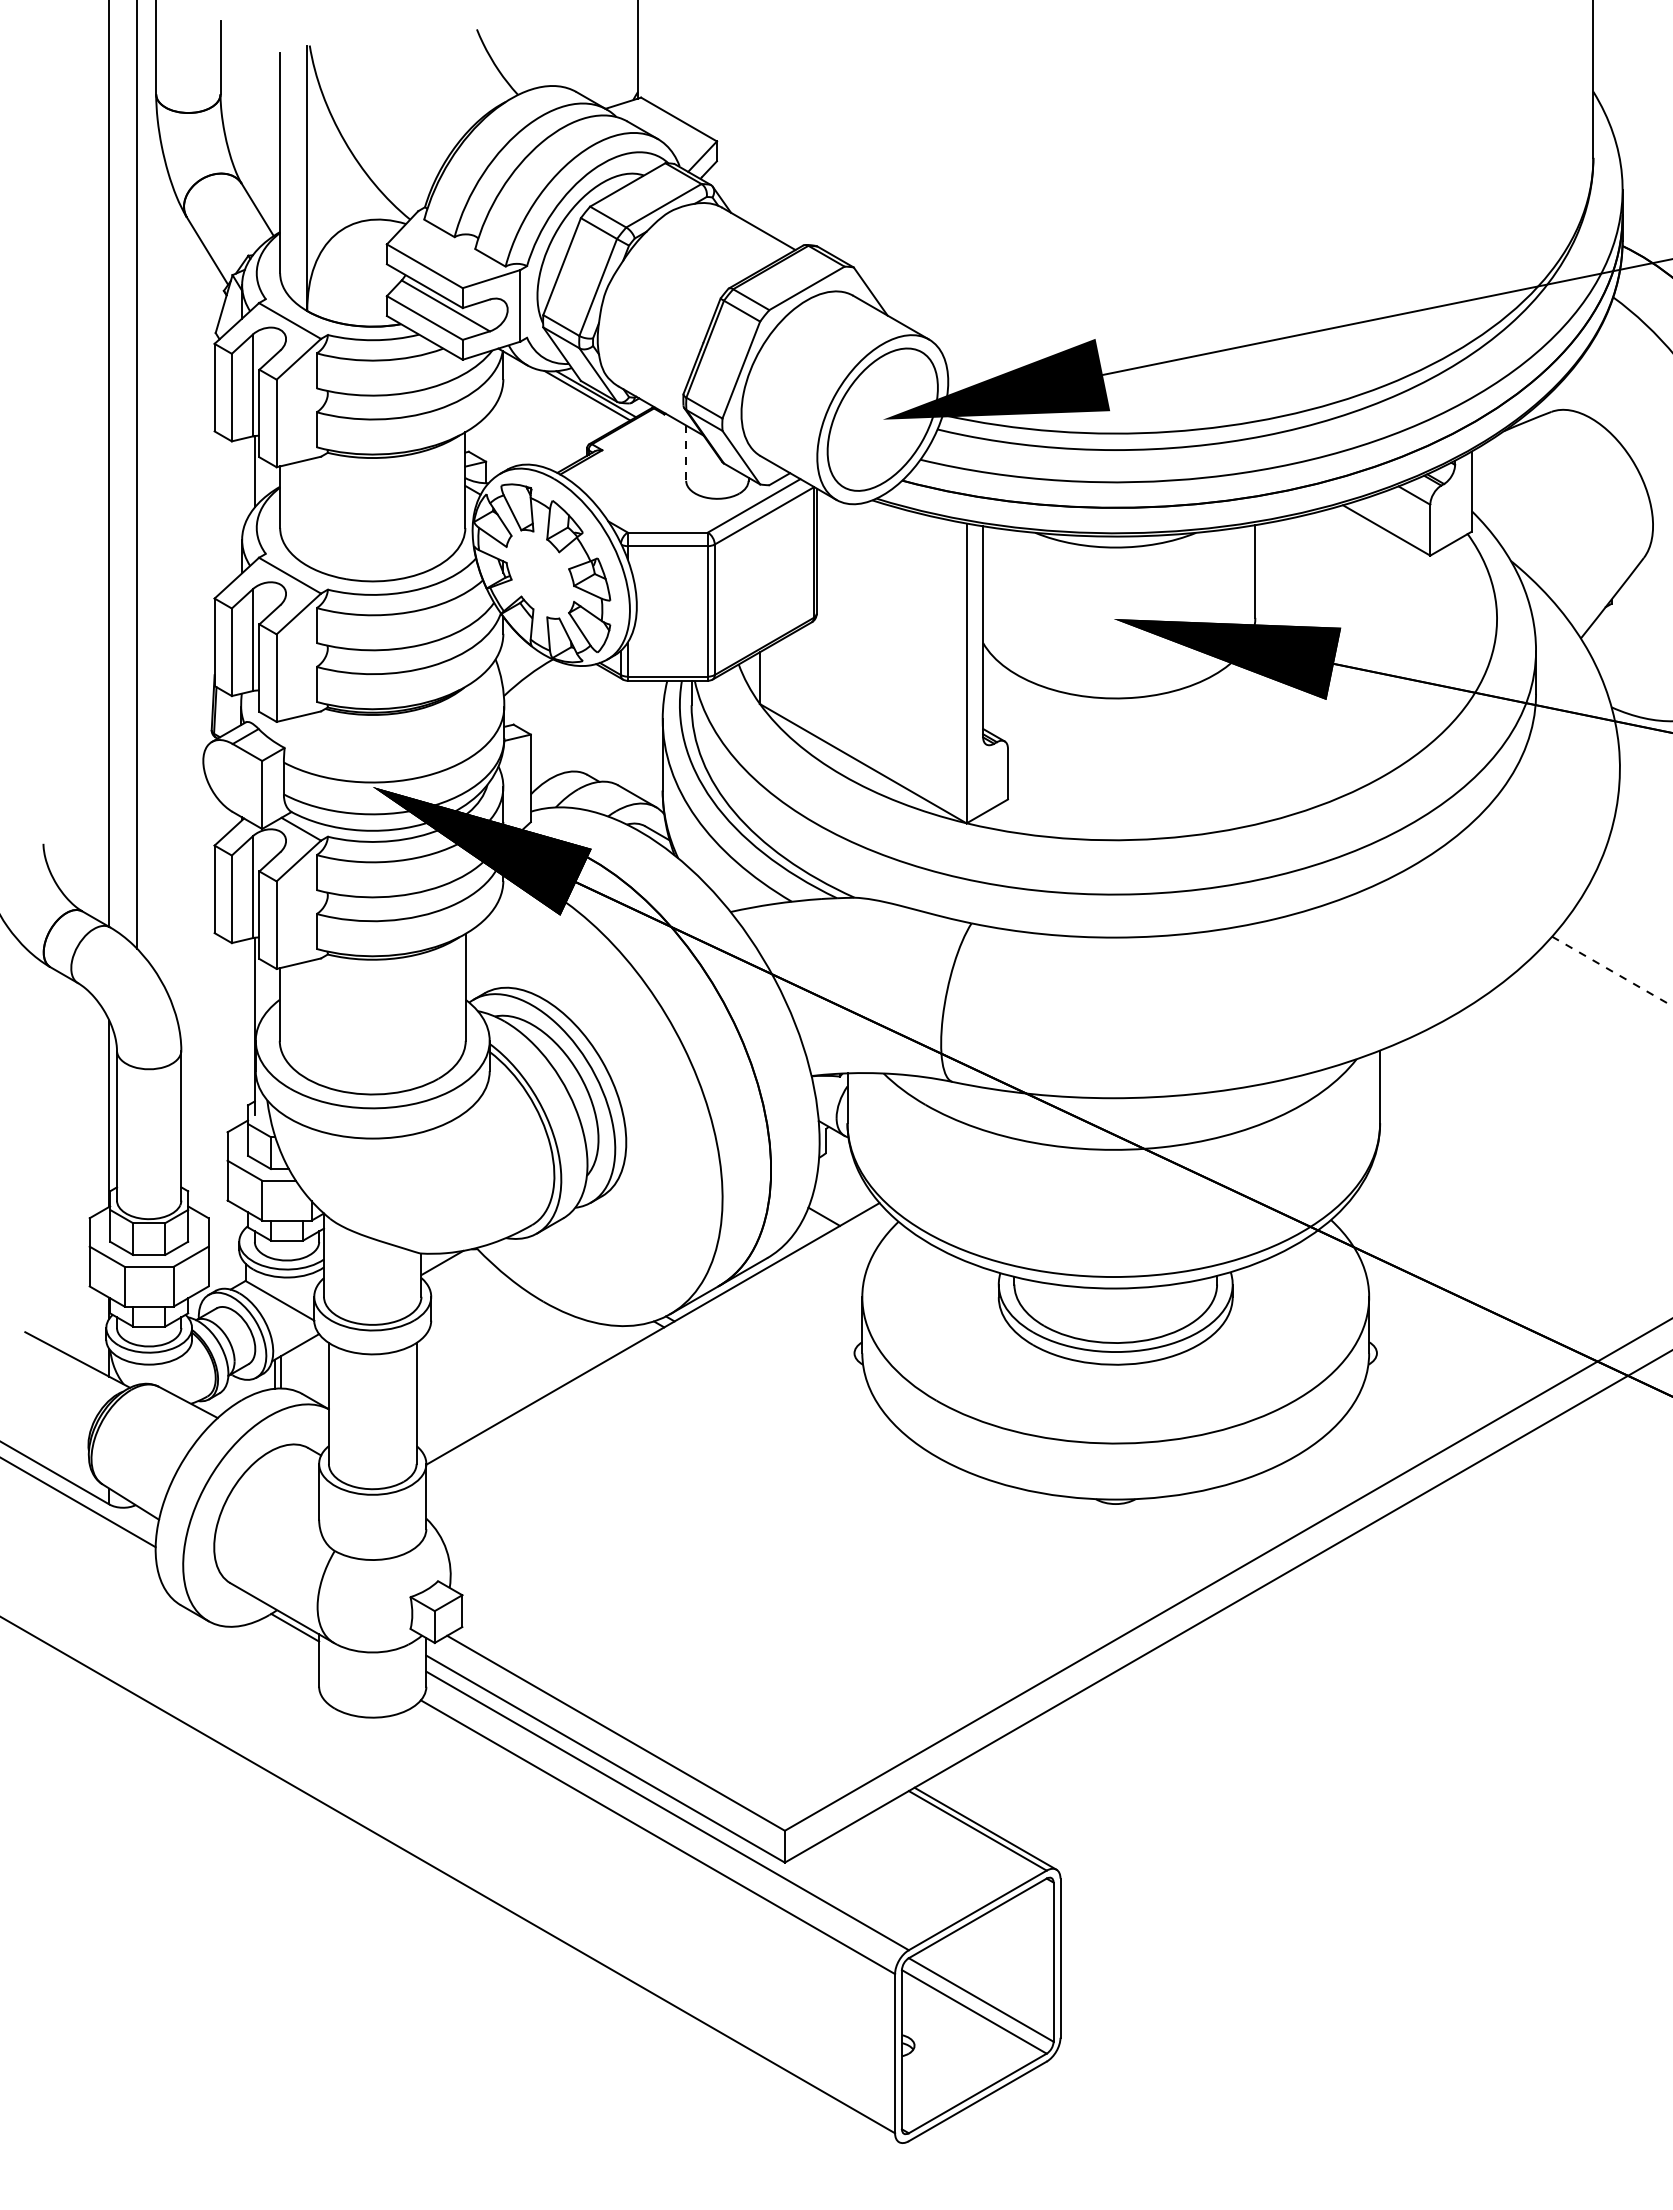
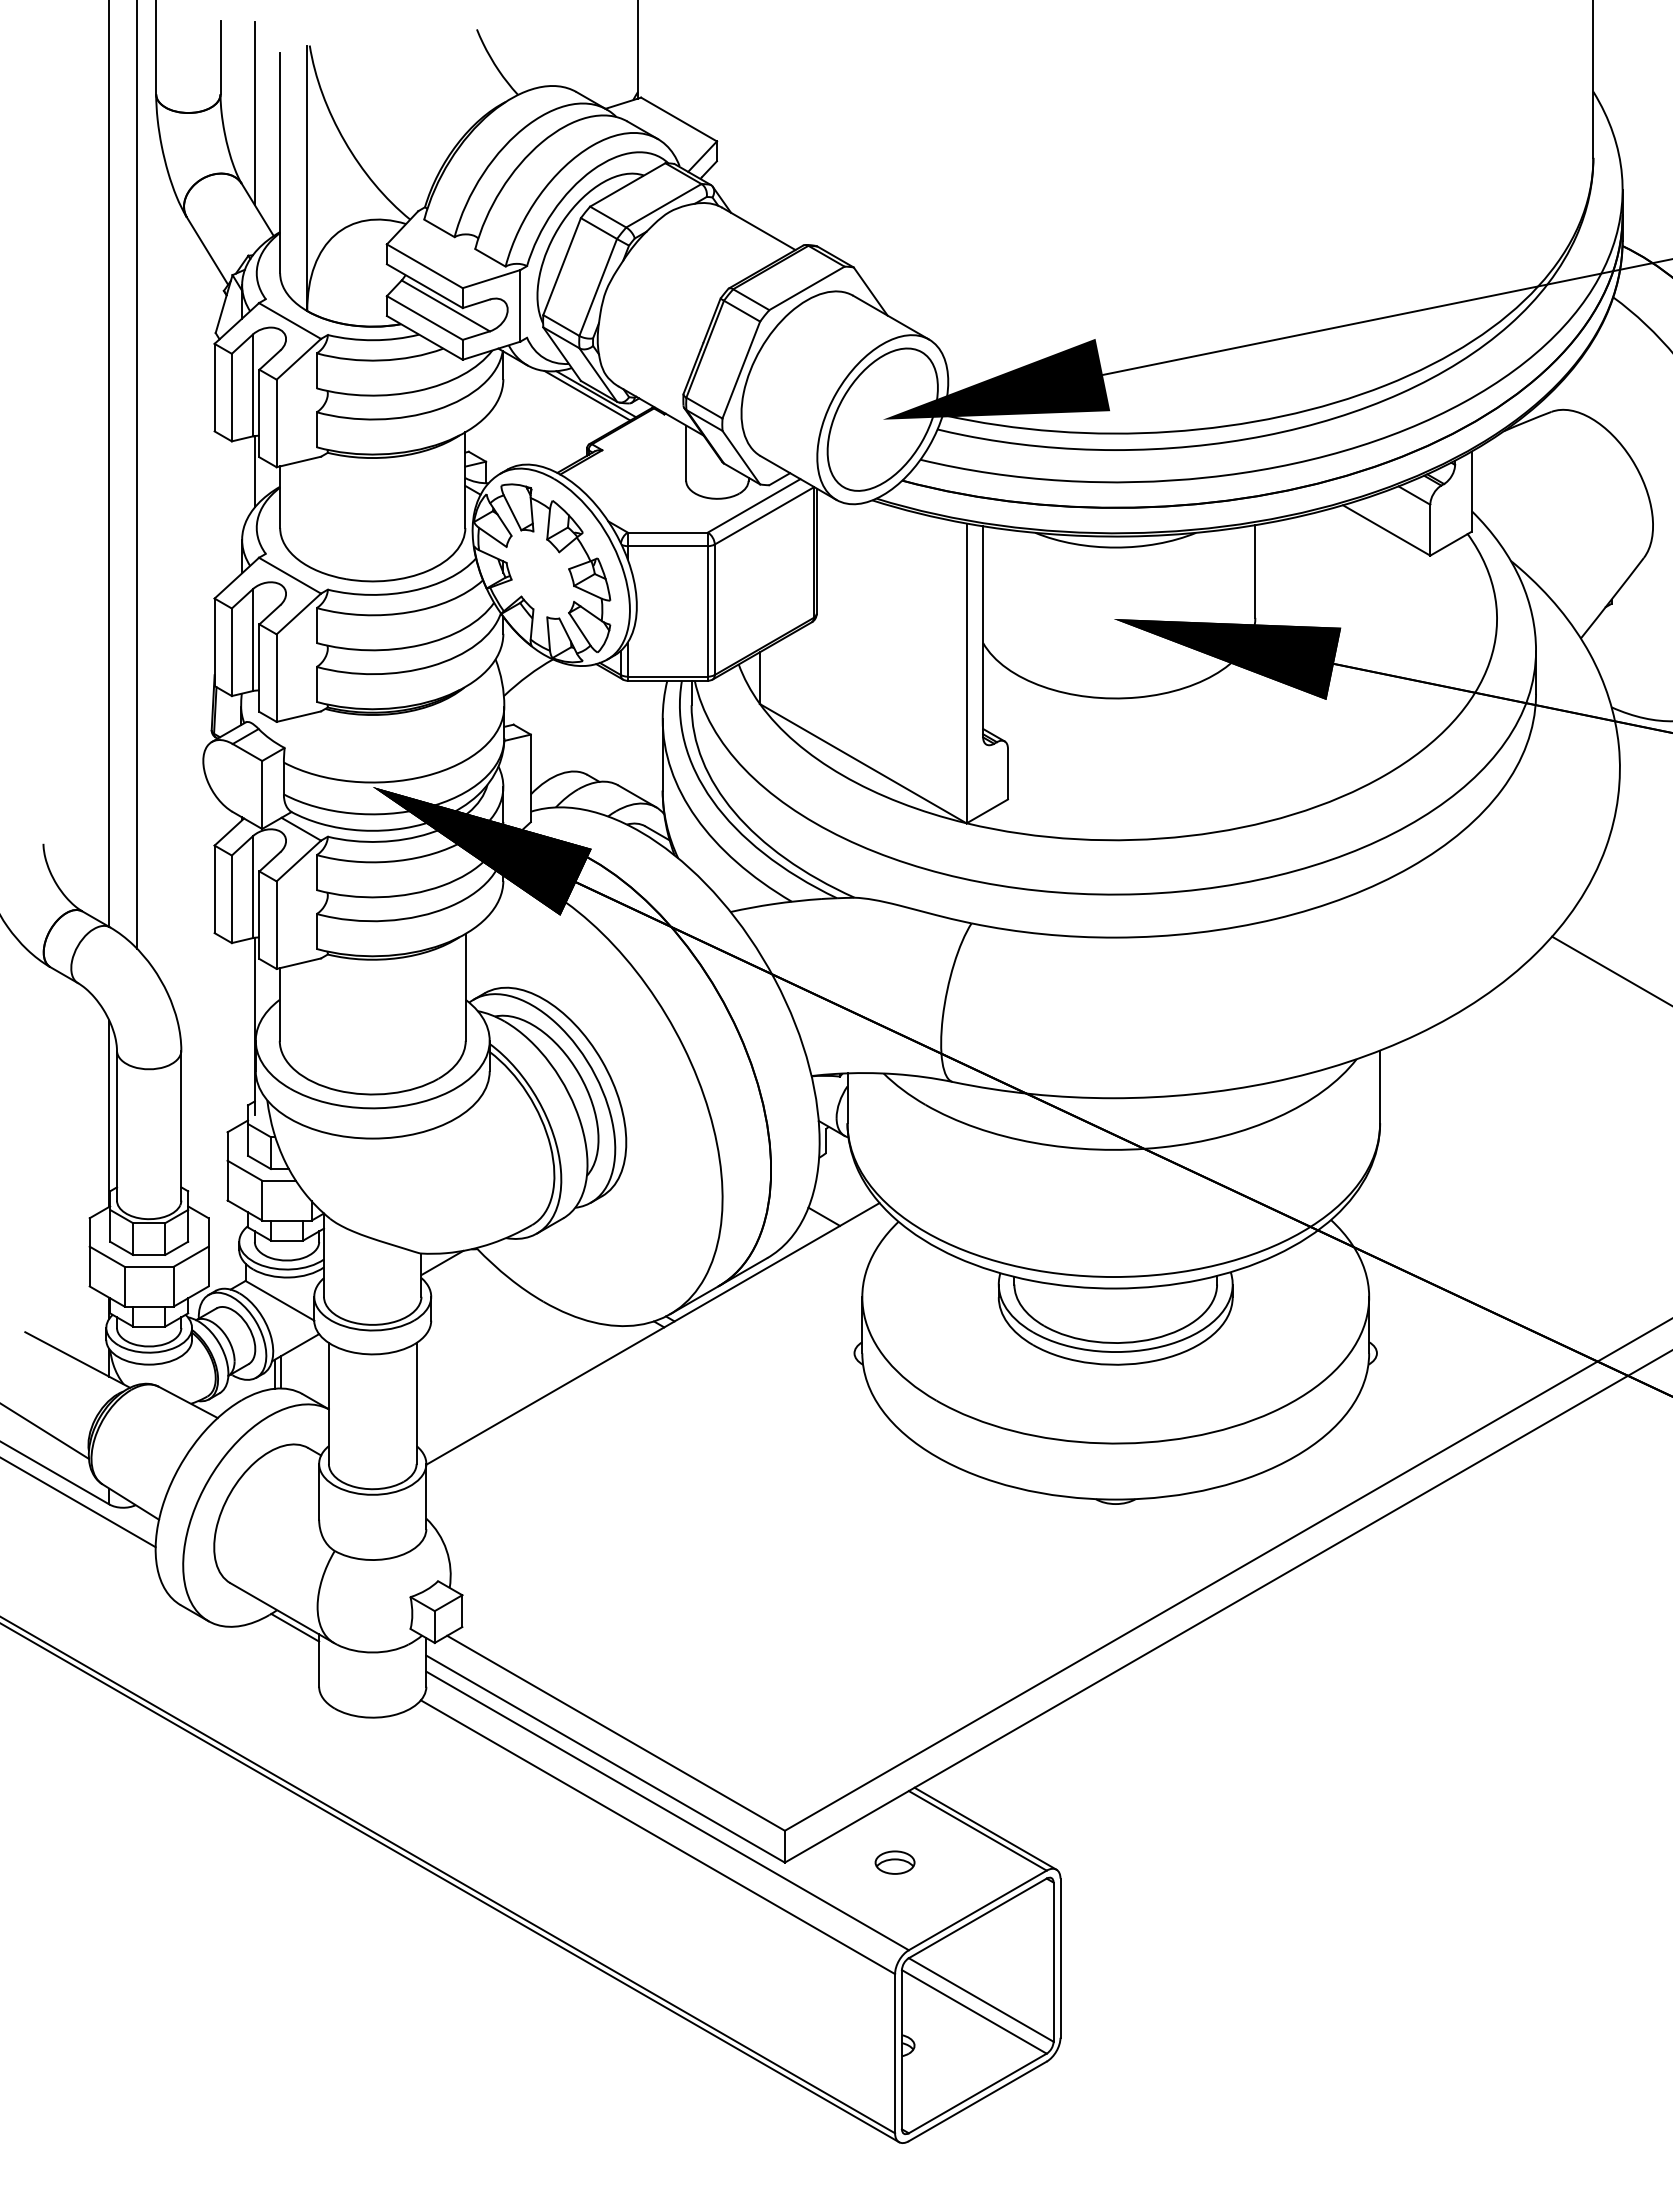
line at (254, 113): none -> present
line at (686, 453): dashed -> solid
line at (1612, 971): dashed -> solid
line at (45, 1431): none -> present
part at (894, 1862): none -> present
line at (450, 1883): none -> present
